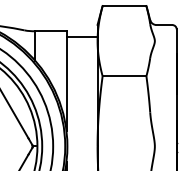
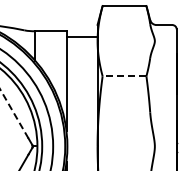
line at (124, 76): solid -> dashed
line at (14, 113): solid -> dashed
